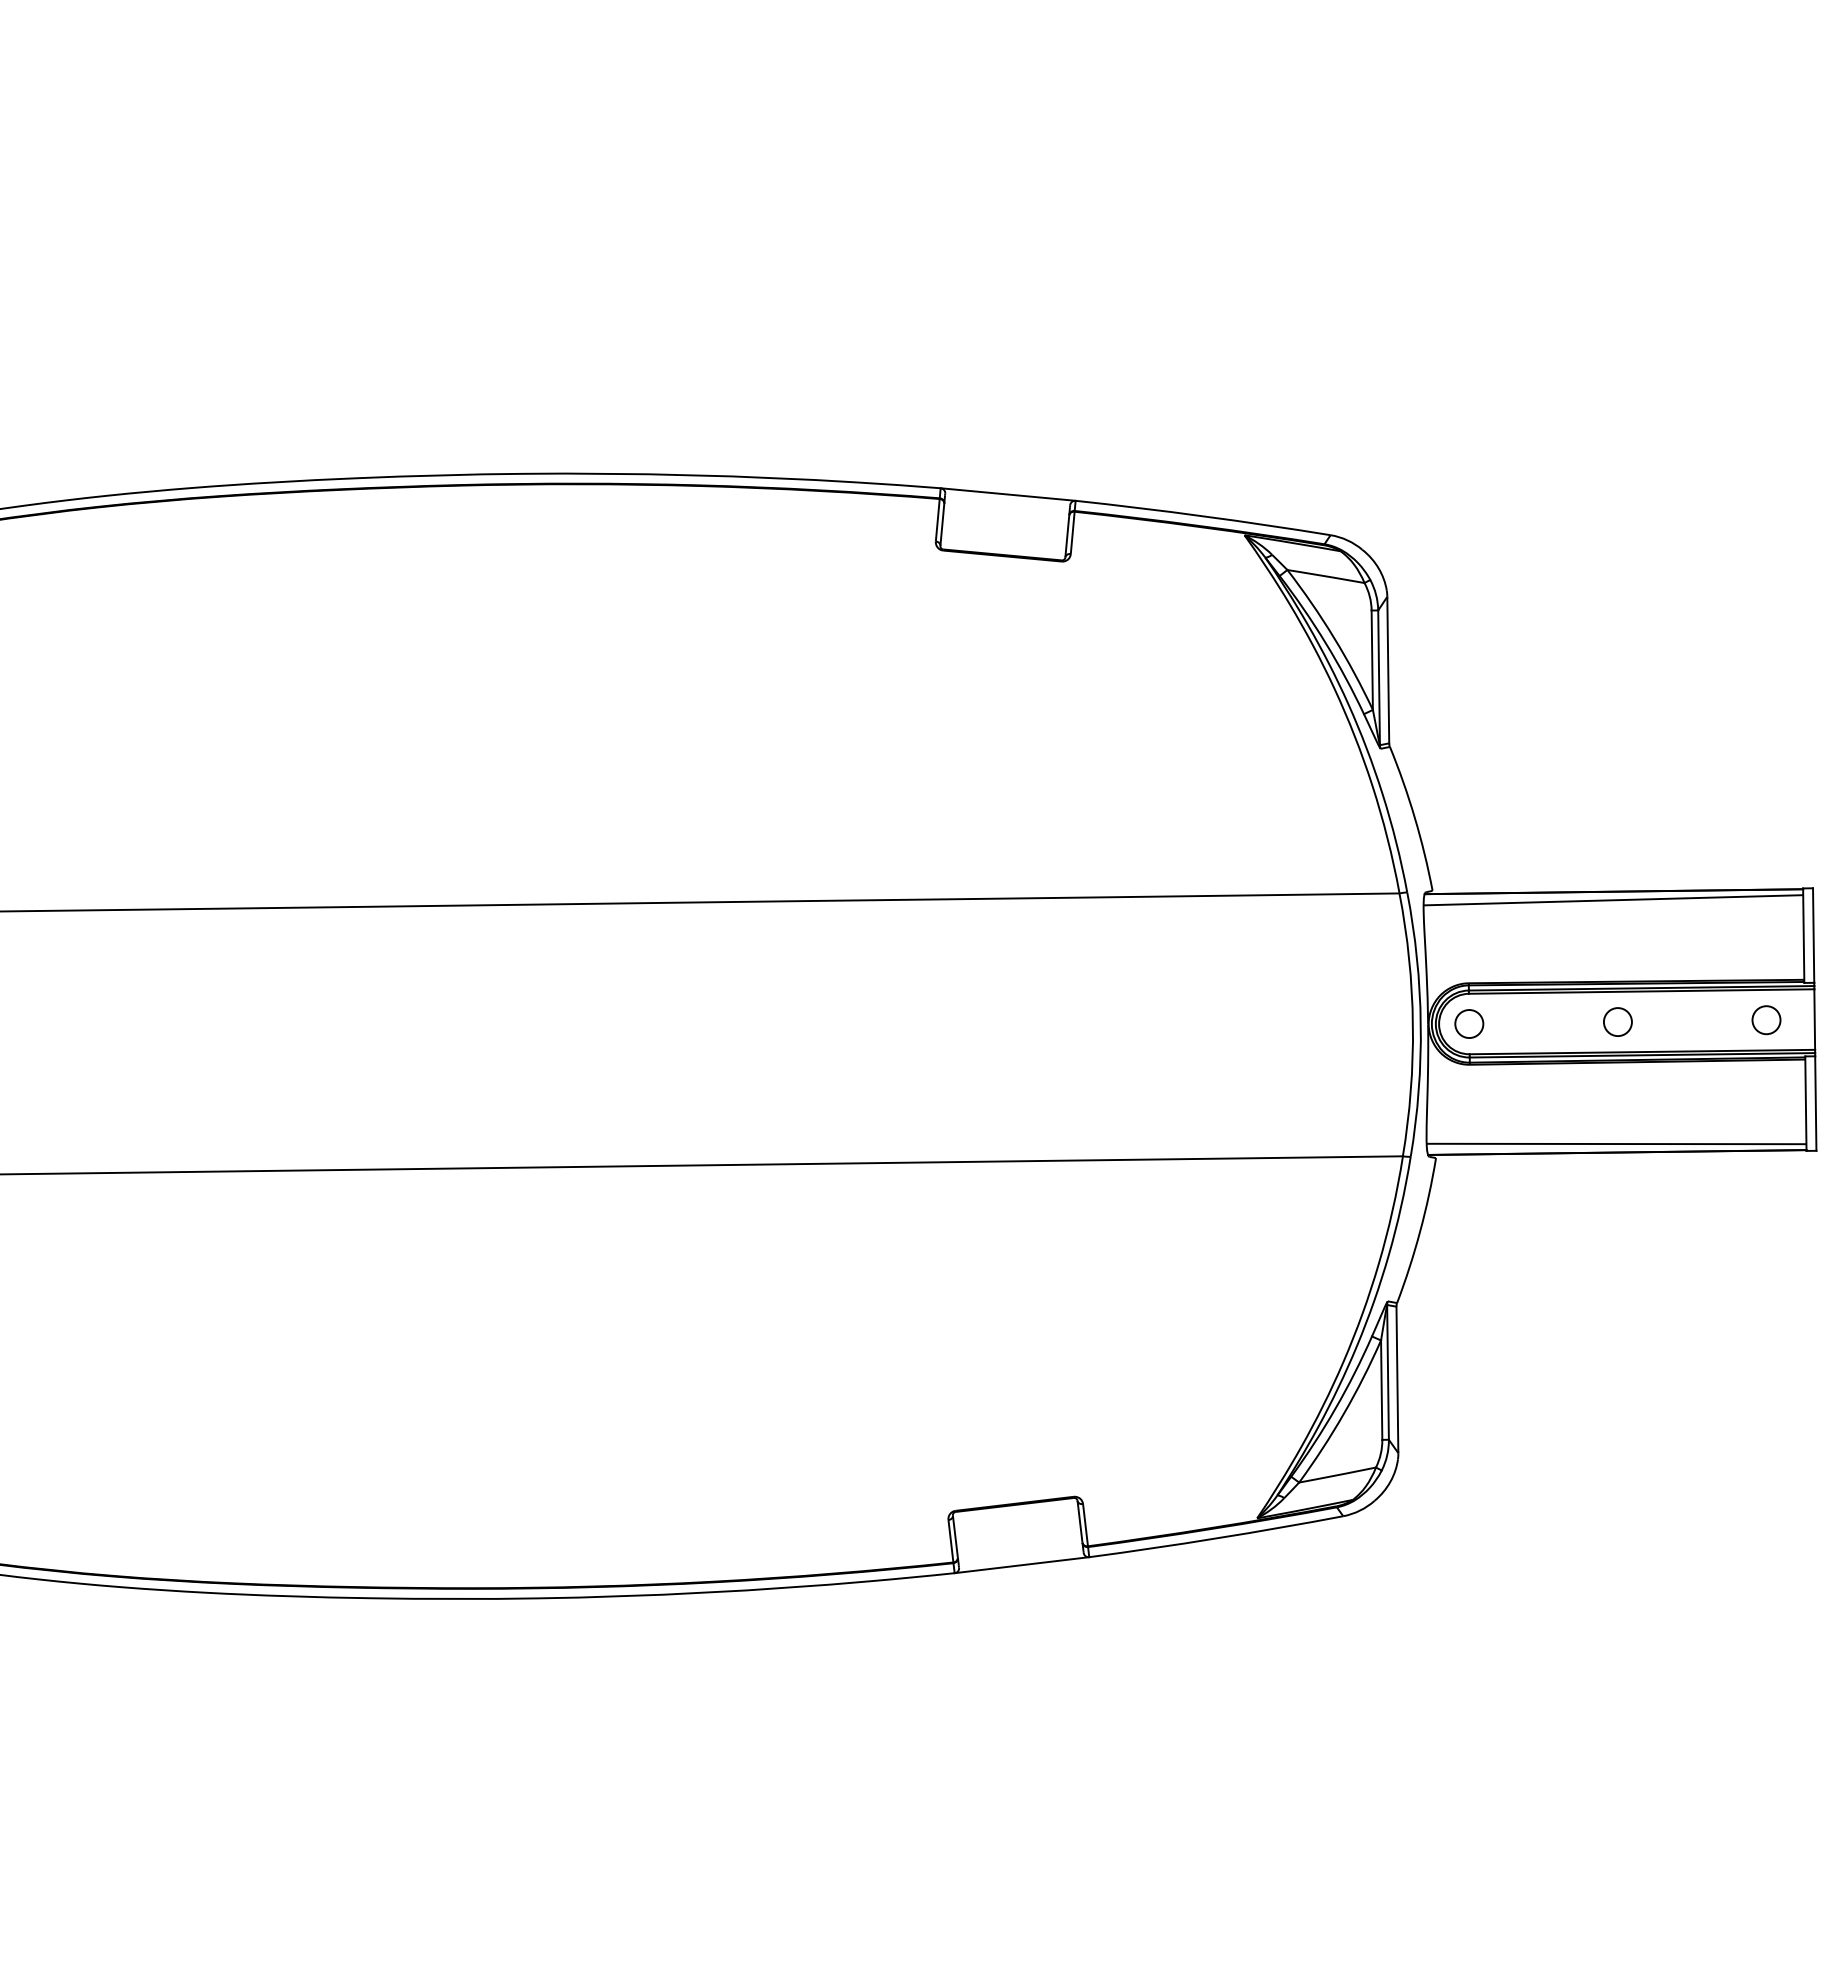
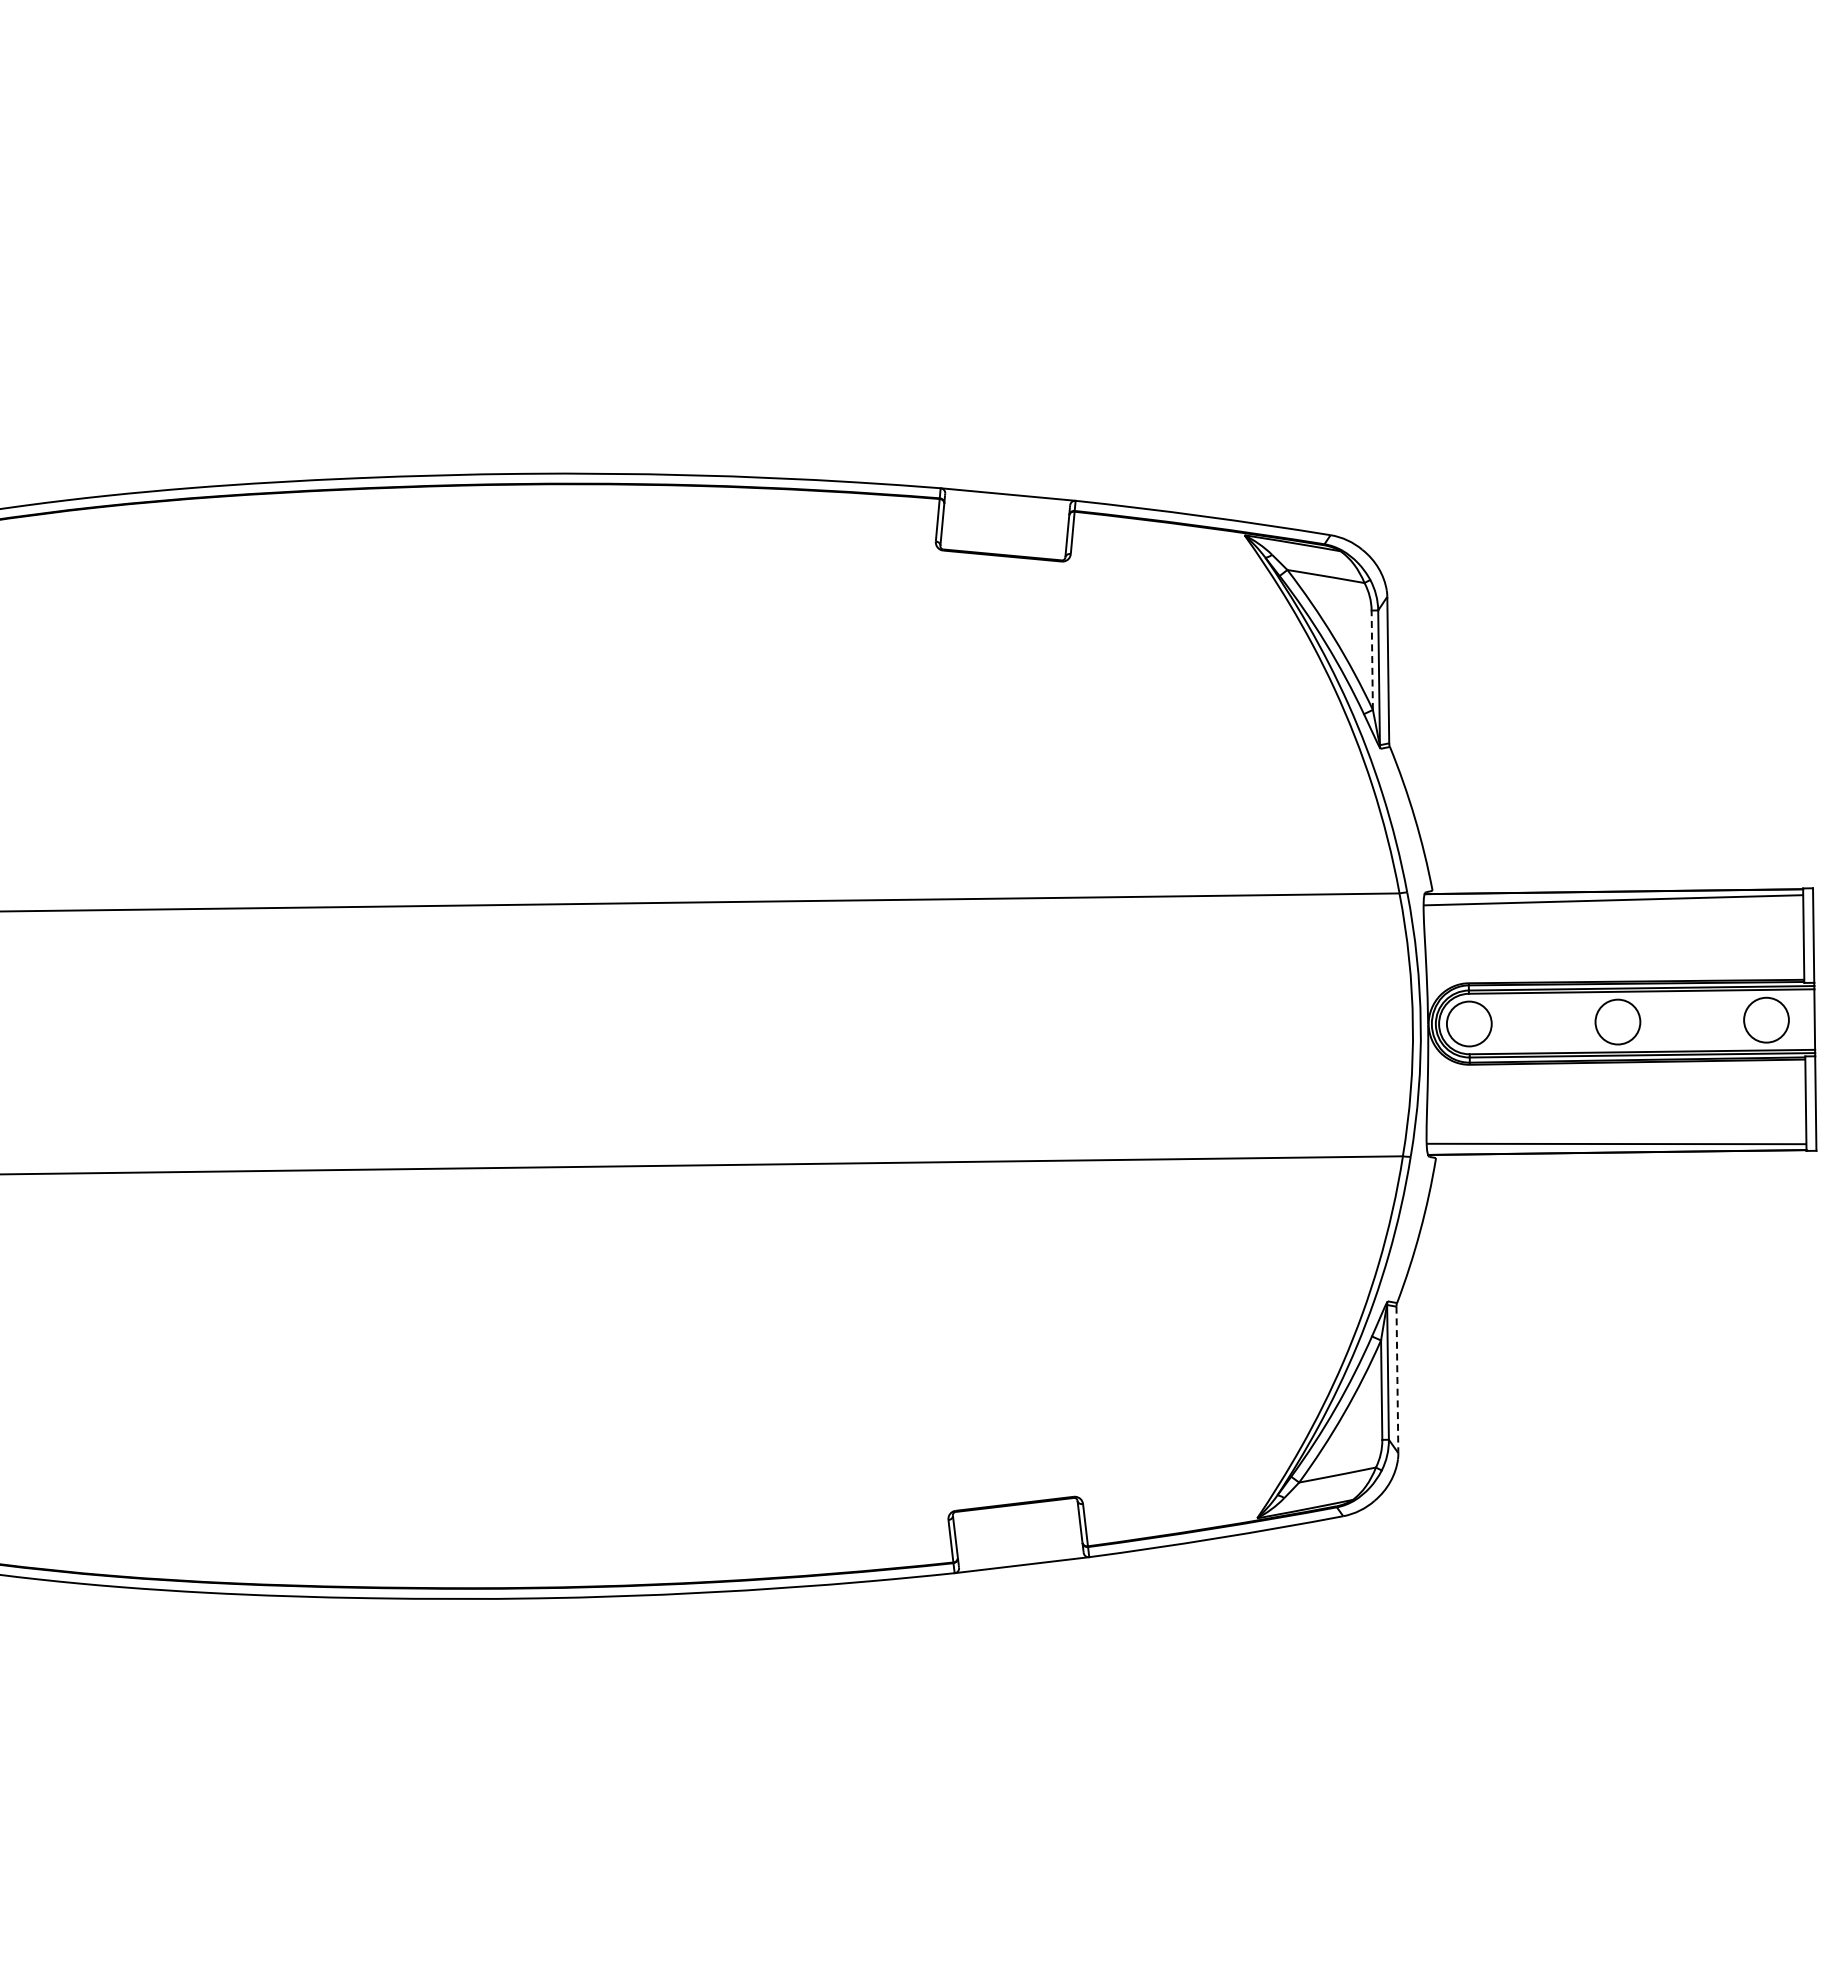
line at (1372, 660): solid -> dashed
circle at (1766, 1020) diameter: 28 px -> 45 px
circle at (1617, 1022) diameter: 28 px -> 45 px
circle at (1469, 1024) diameter: 28 px -> 45 px
line at (1397, 1379): solid -> dashed
